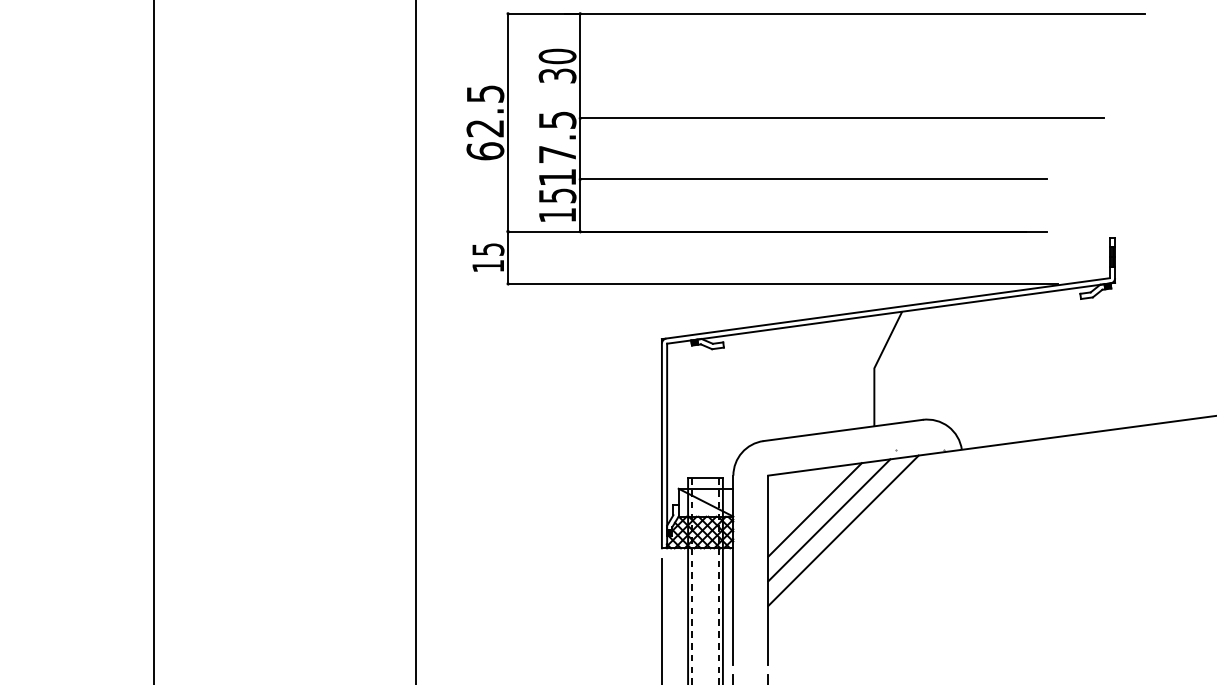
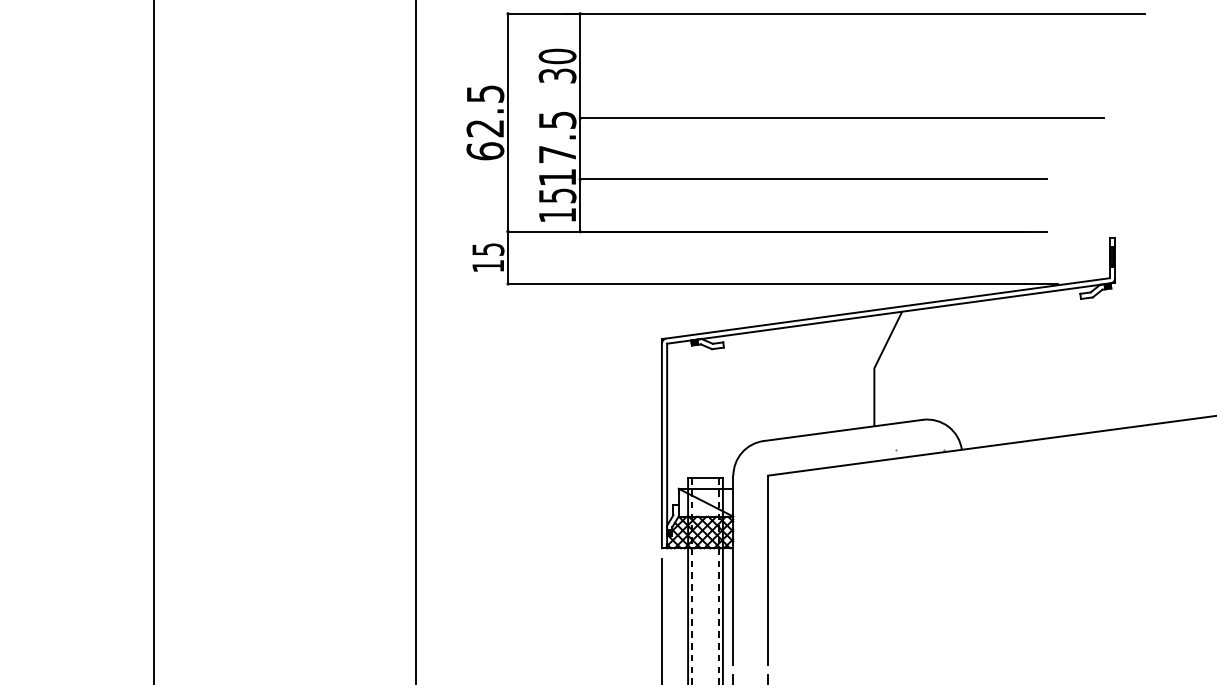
line at (814, 509): present -> none
line at (829, 520): present -> none
line at (843, 530): present -> none
